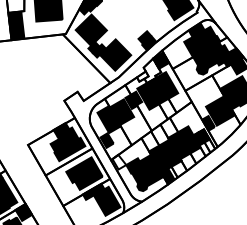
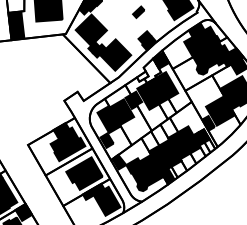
part at (138, 11): none -> present
fill at (119, 161): none -> present
